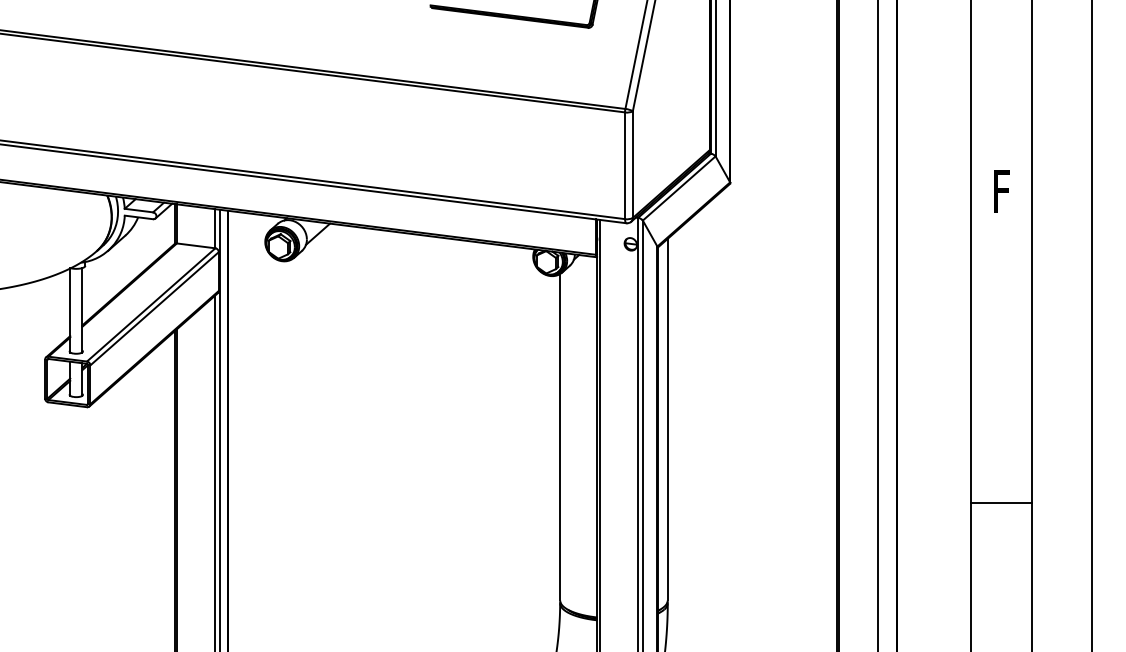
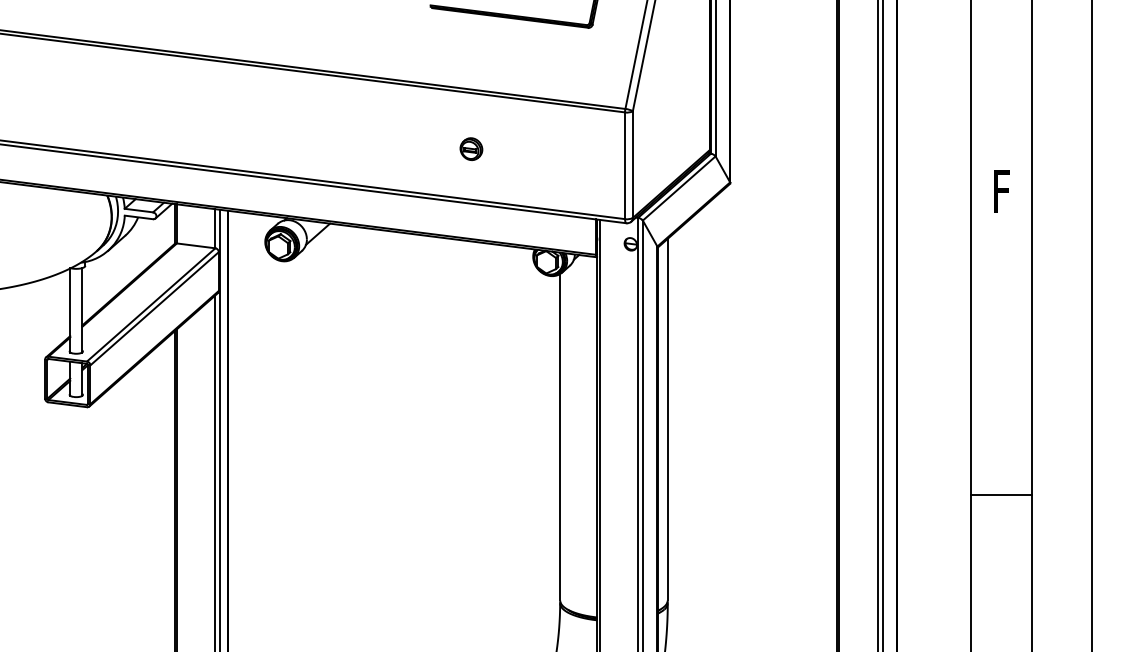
part at (471, 149): none -> present
line at (882, 325): none -> present
line at (1001, 502) position: (1001, 502) -> (1001, 494)
